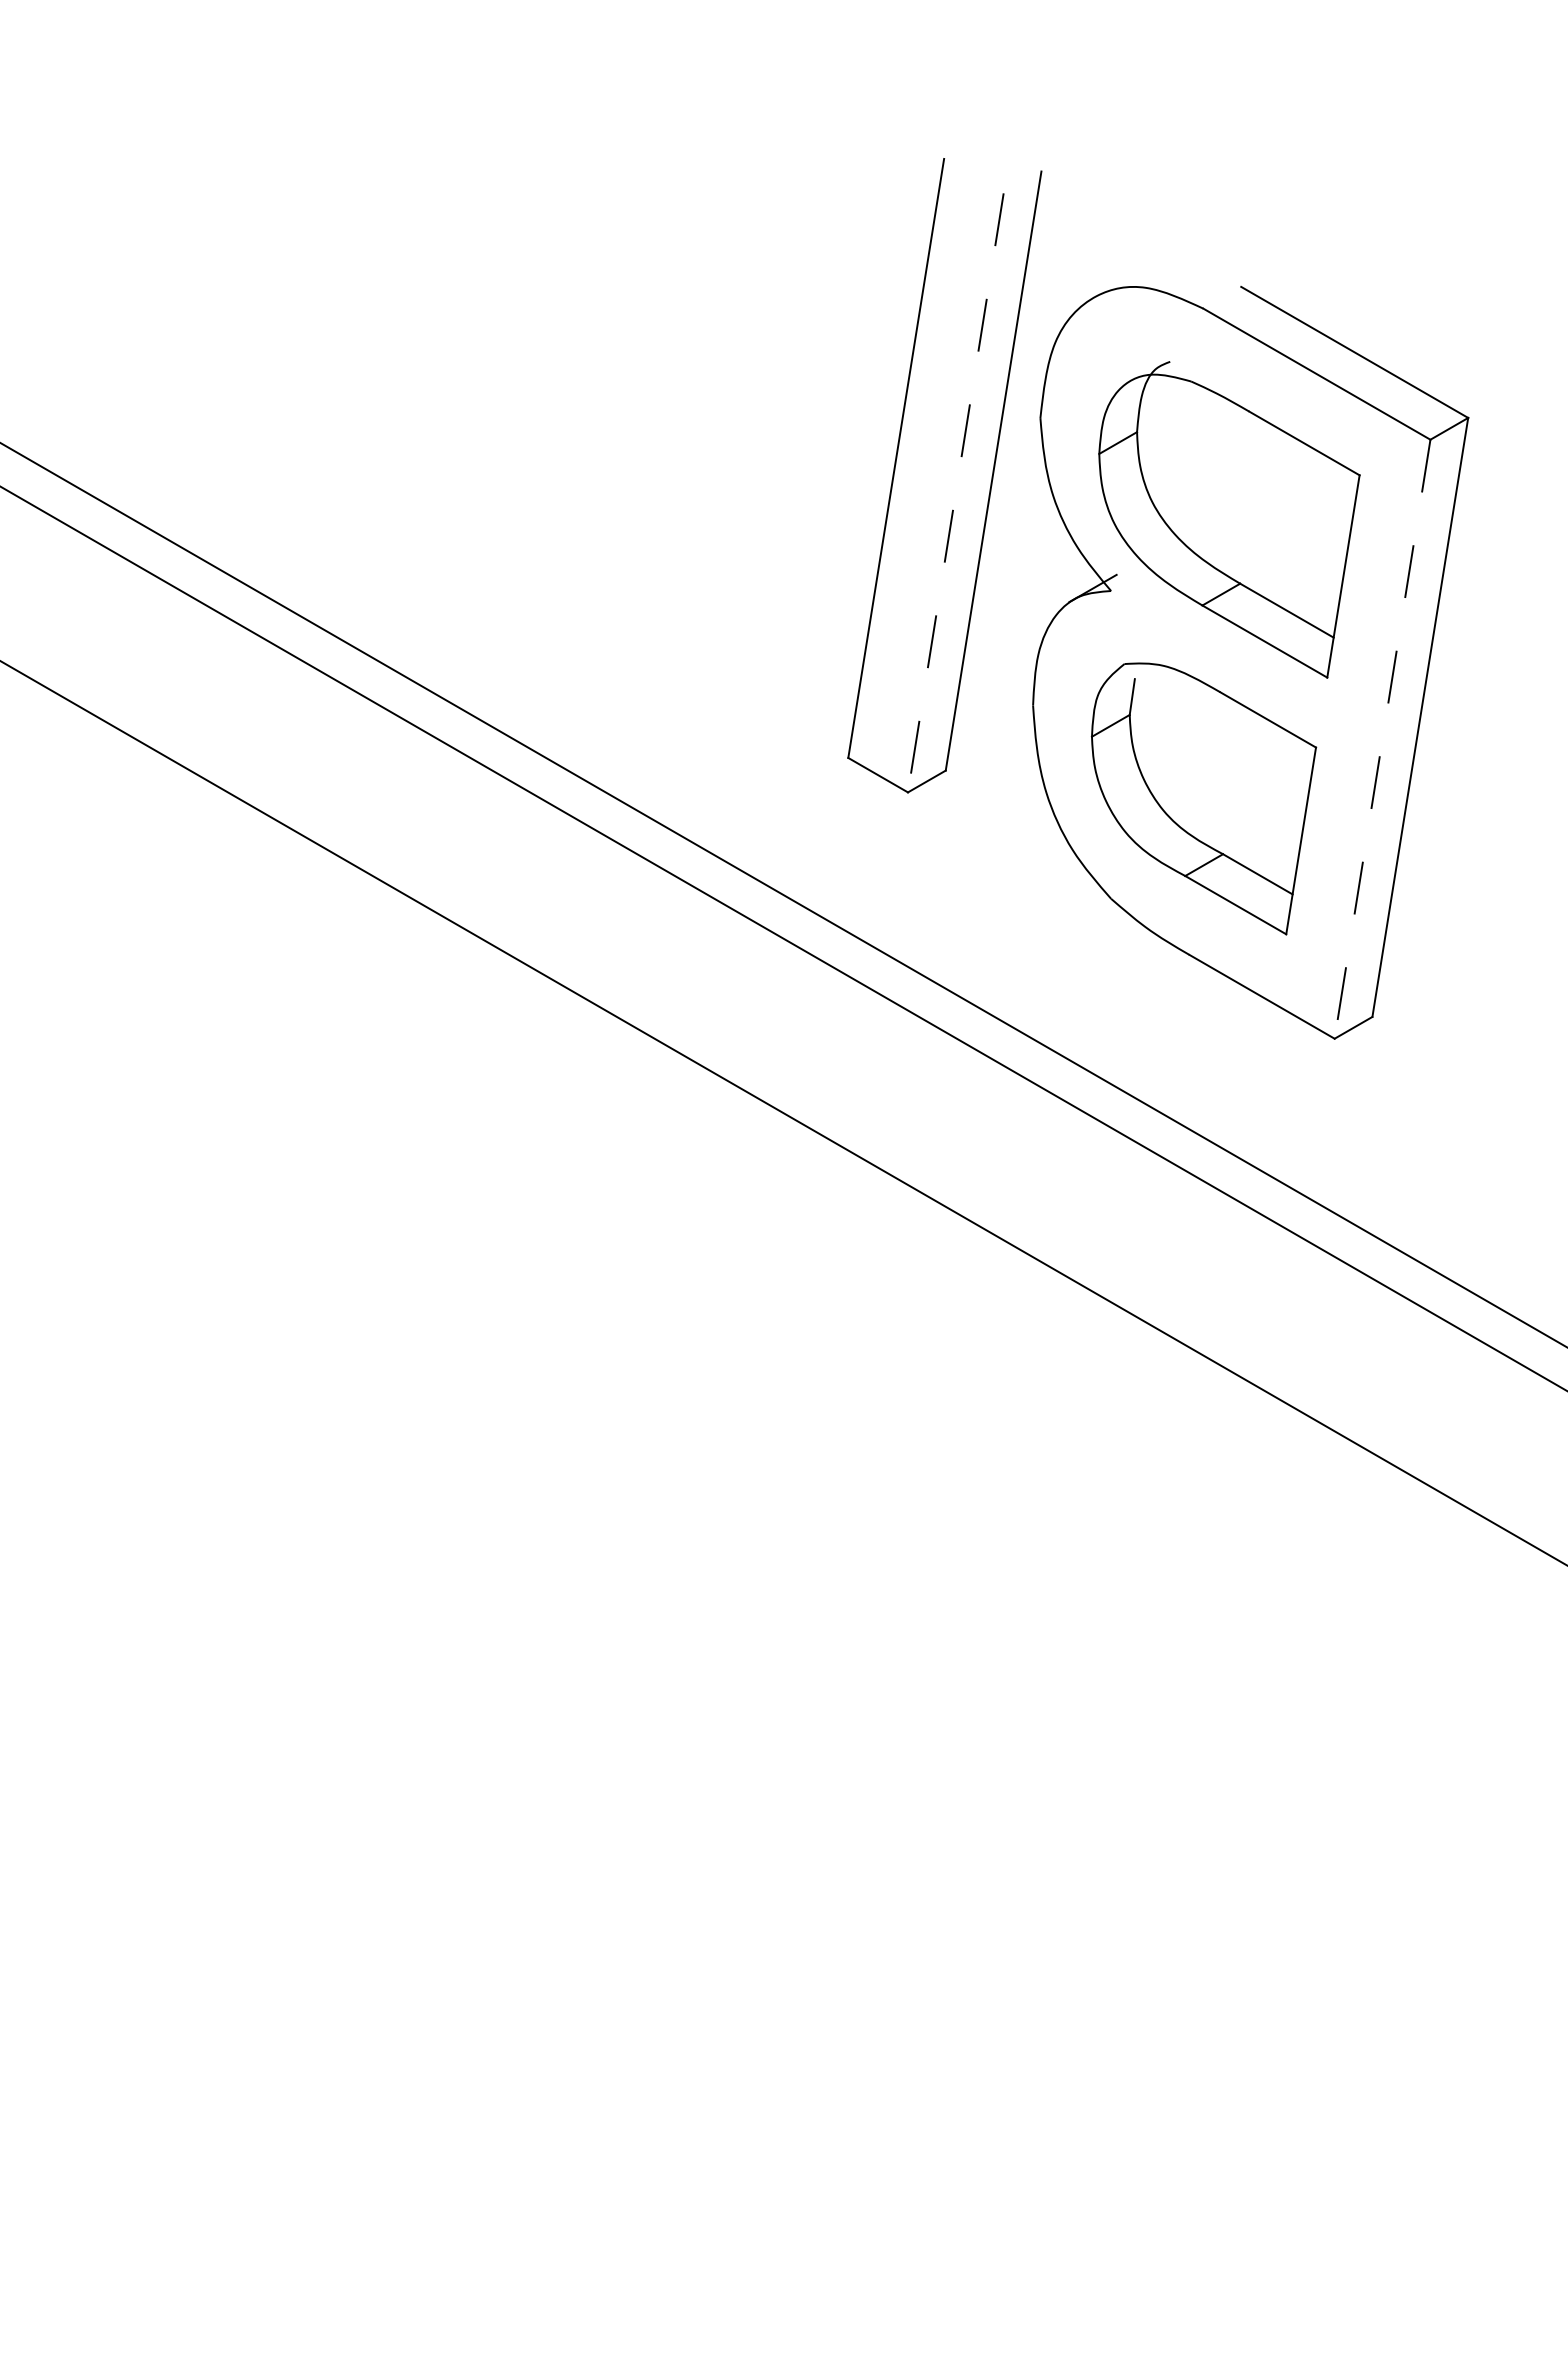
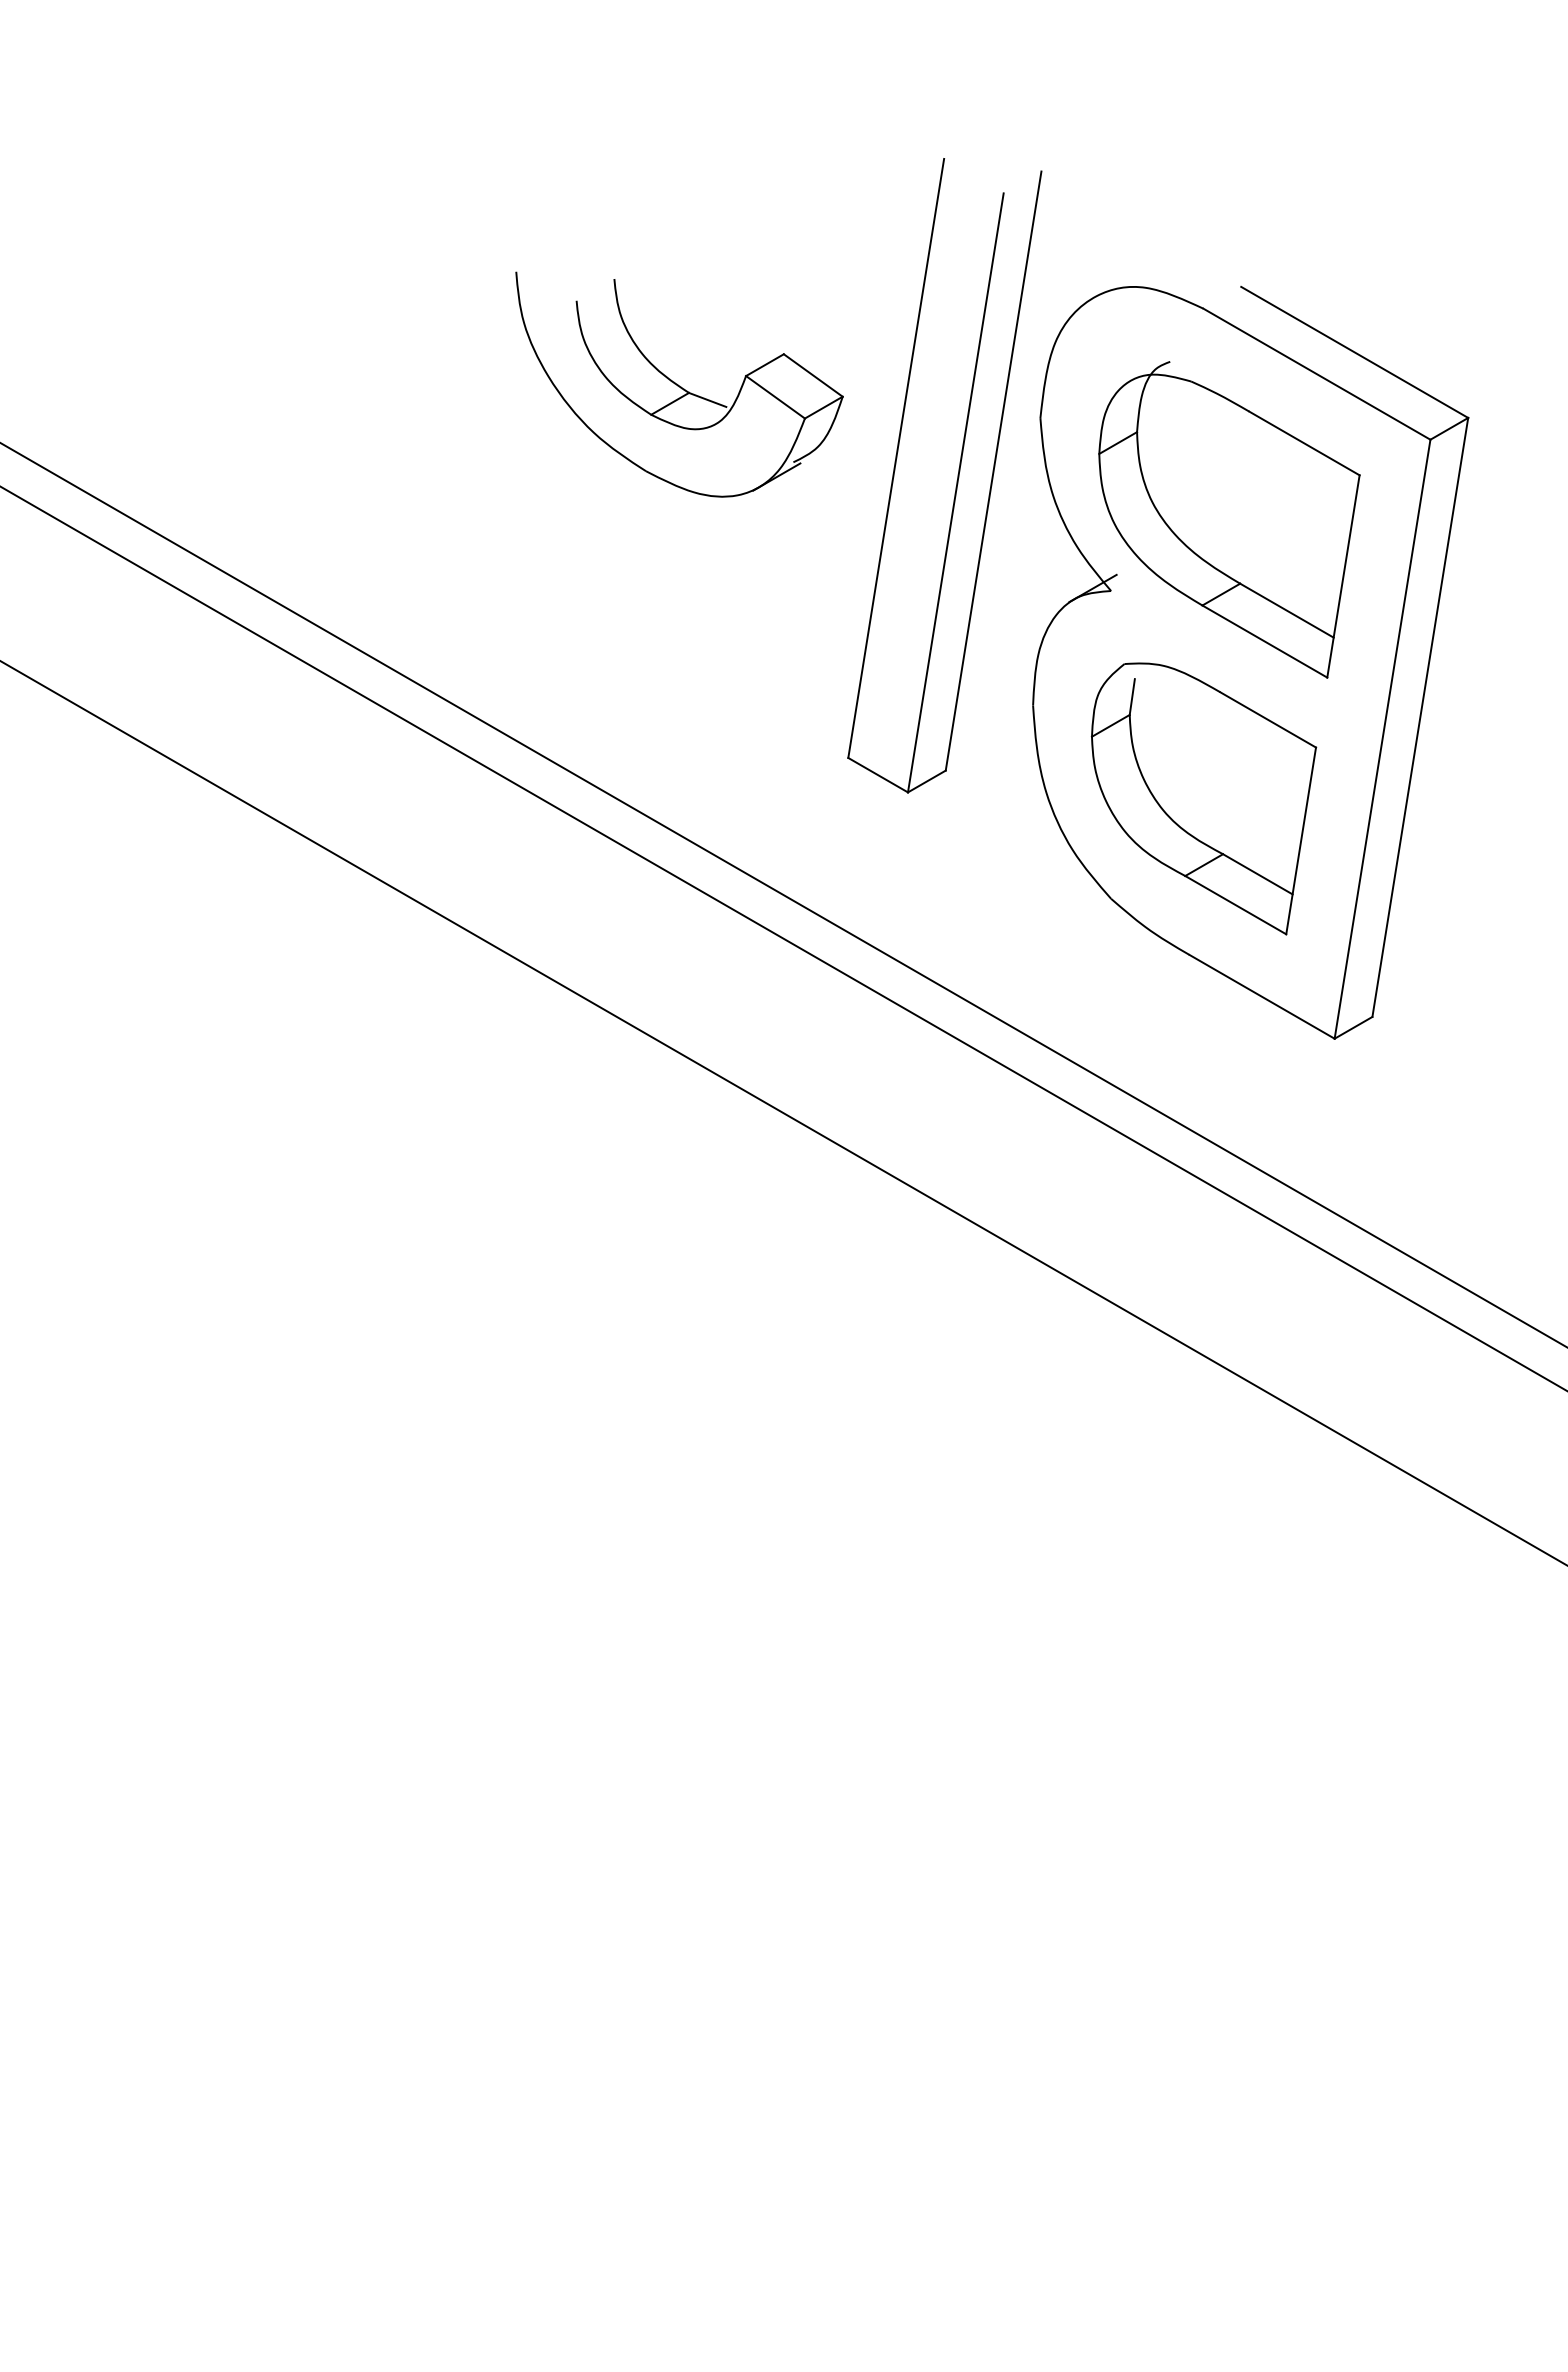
part at (679, 384): none -> present
line at (955, 493): dashed -> solid
line at (1382, 739): dashed -> solid
